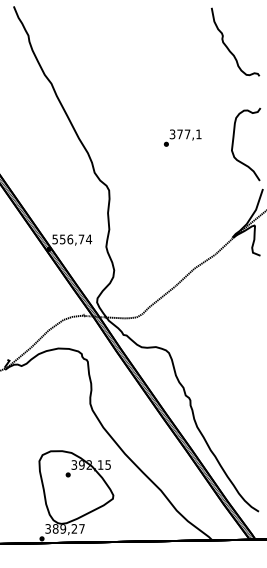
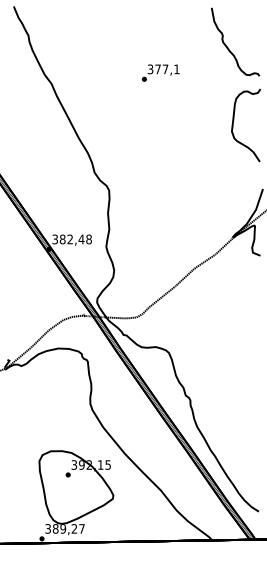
text at (182, 137) position: (182, 137) -> (160, 72)
curve at (234, 139) position: (234, 139) -> (234, 120)
text at (72, 239): 556,74 -> 382,48
